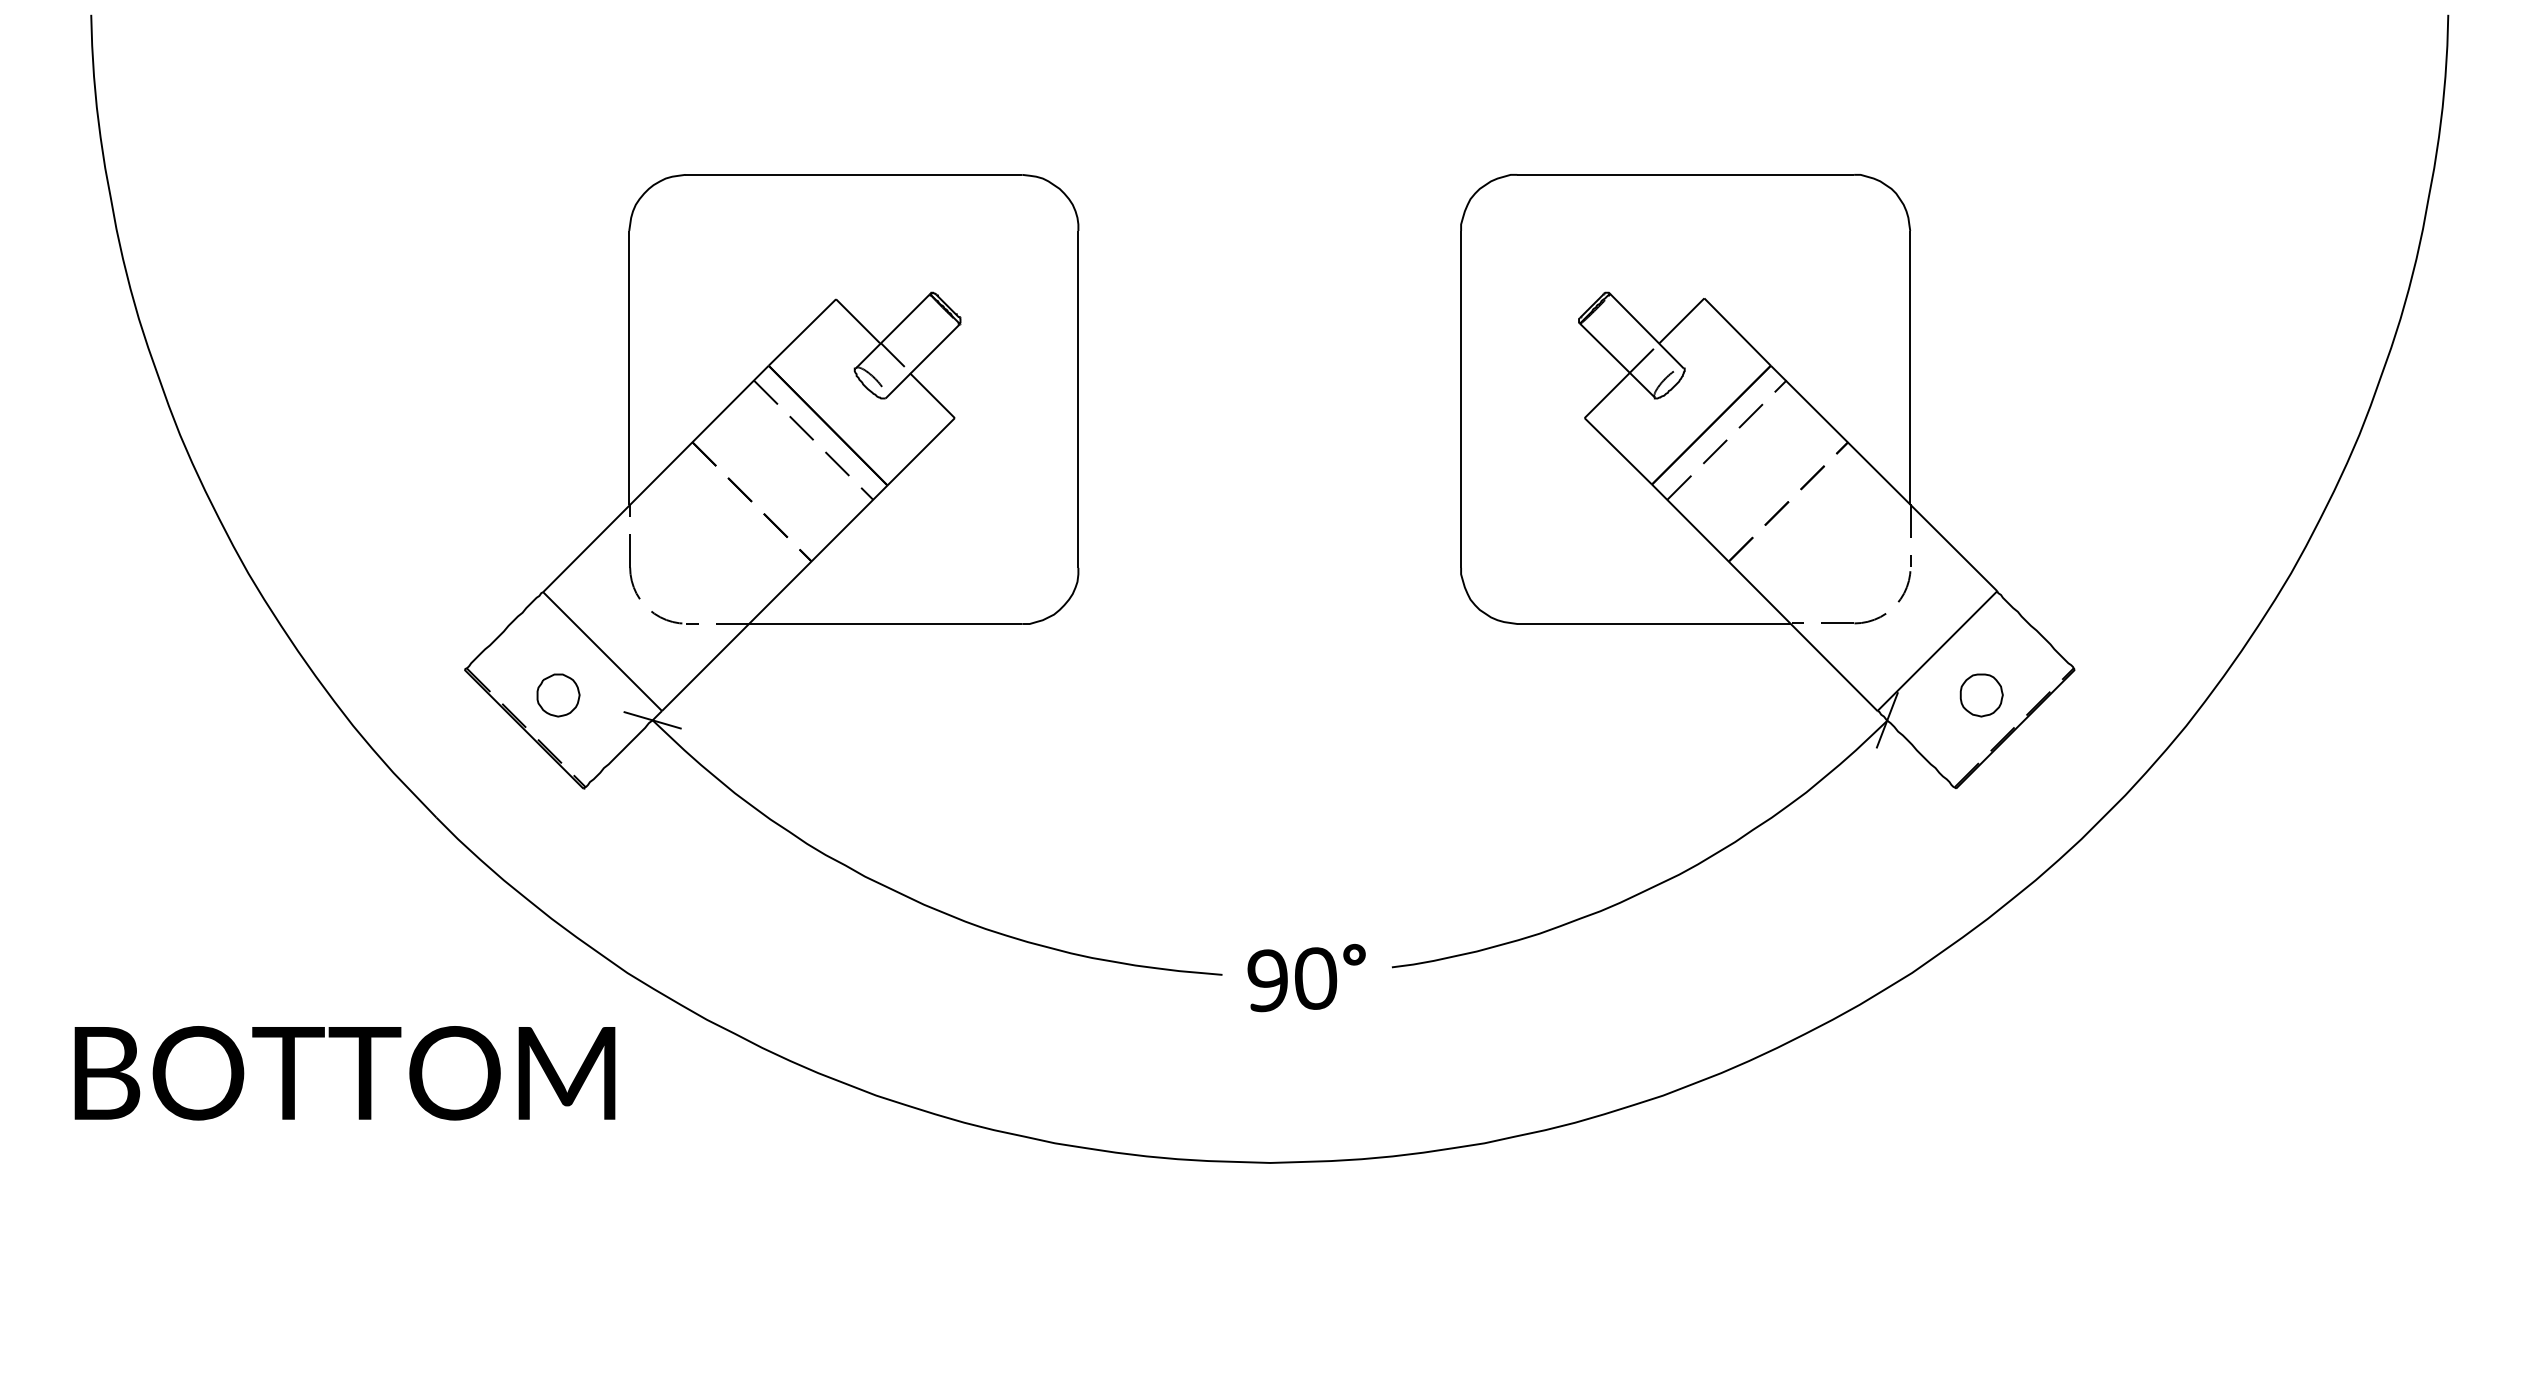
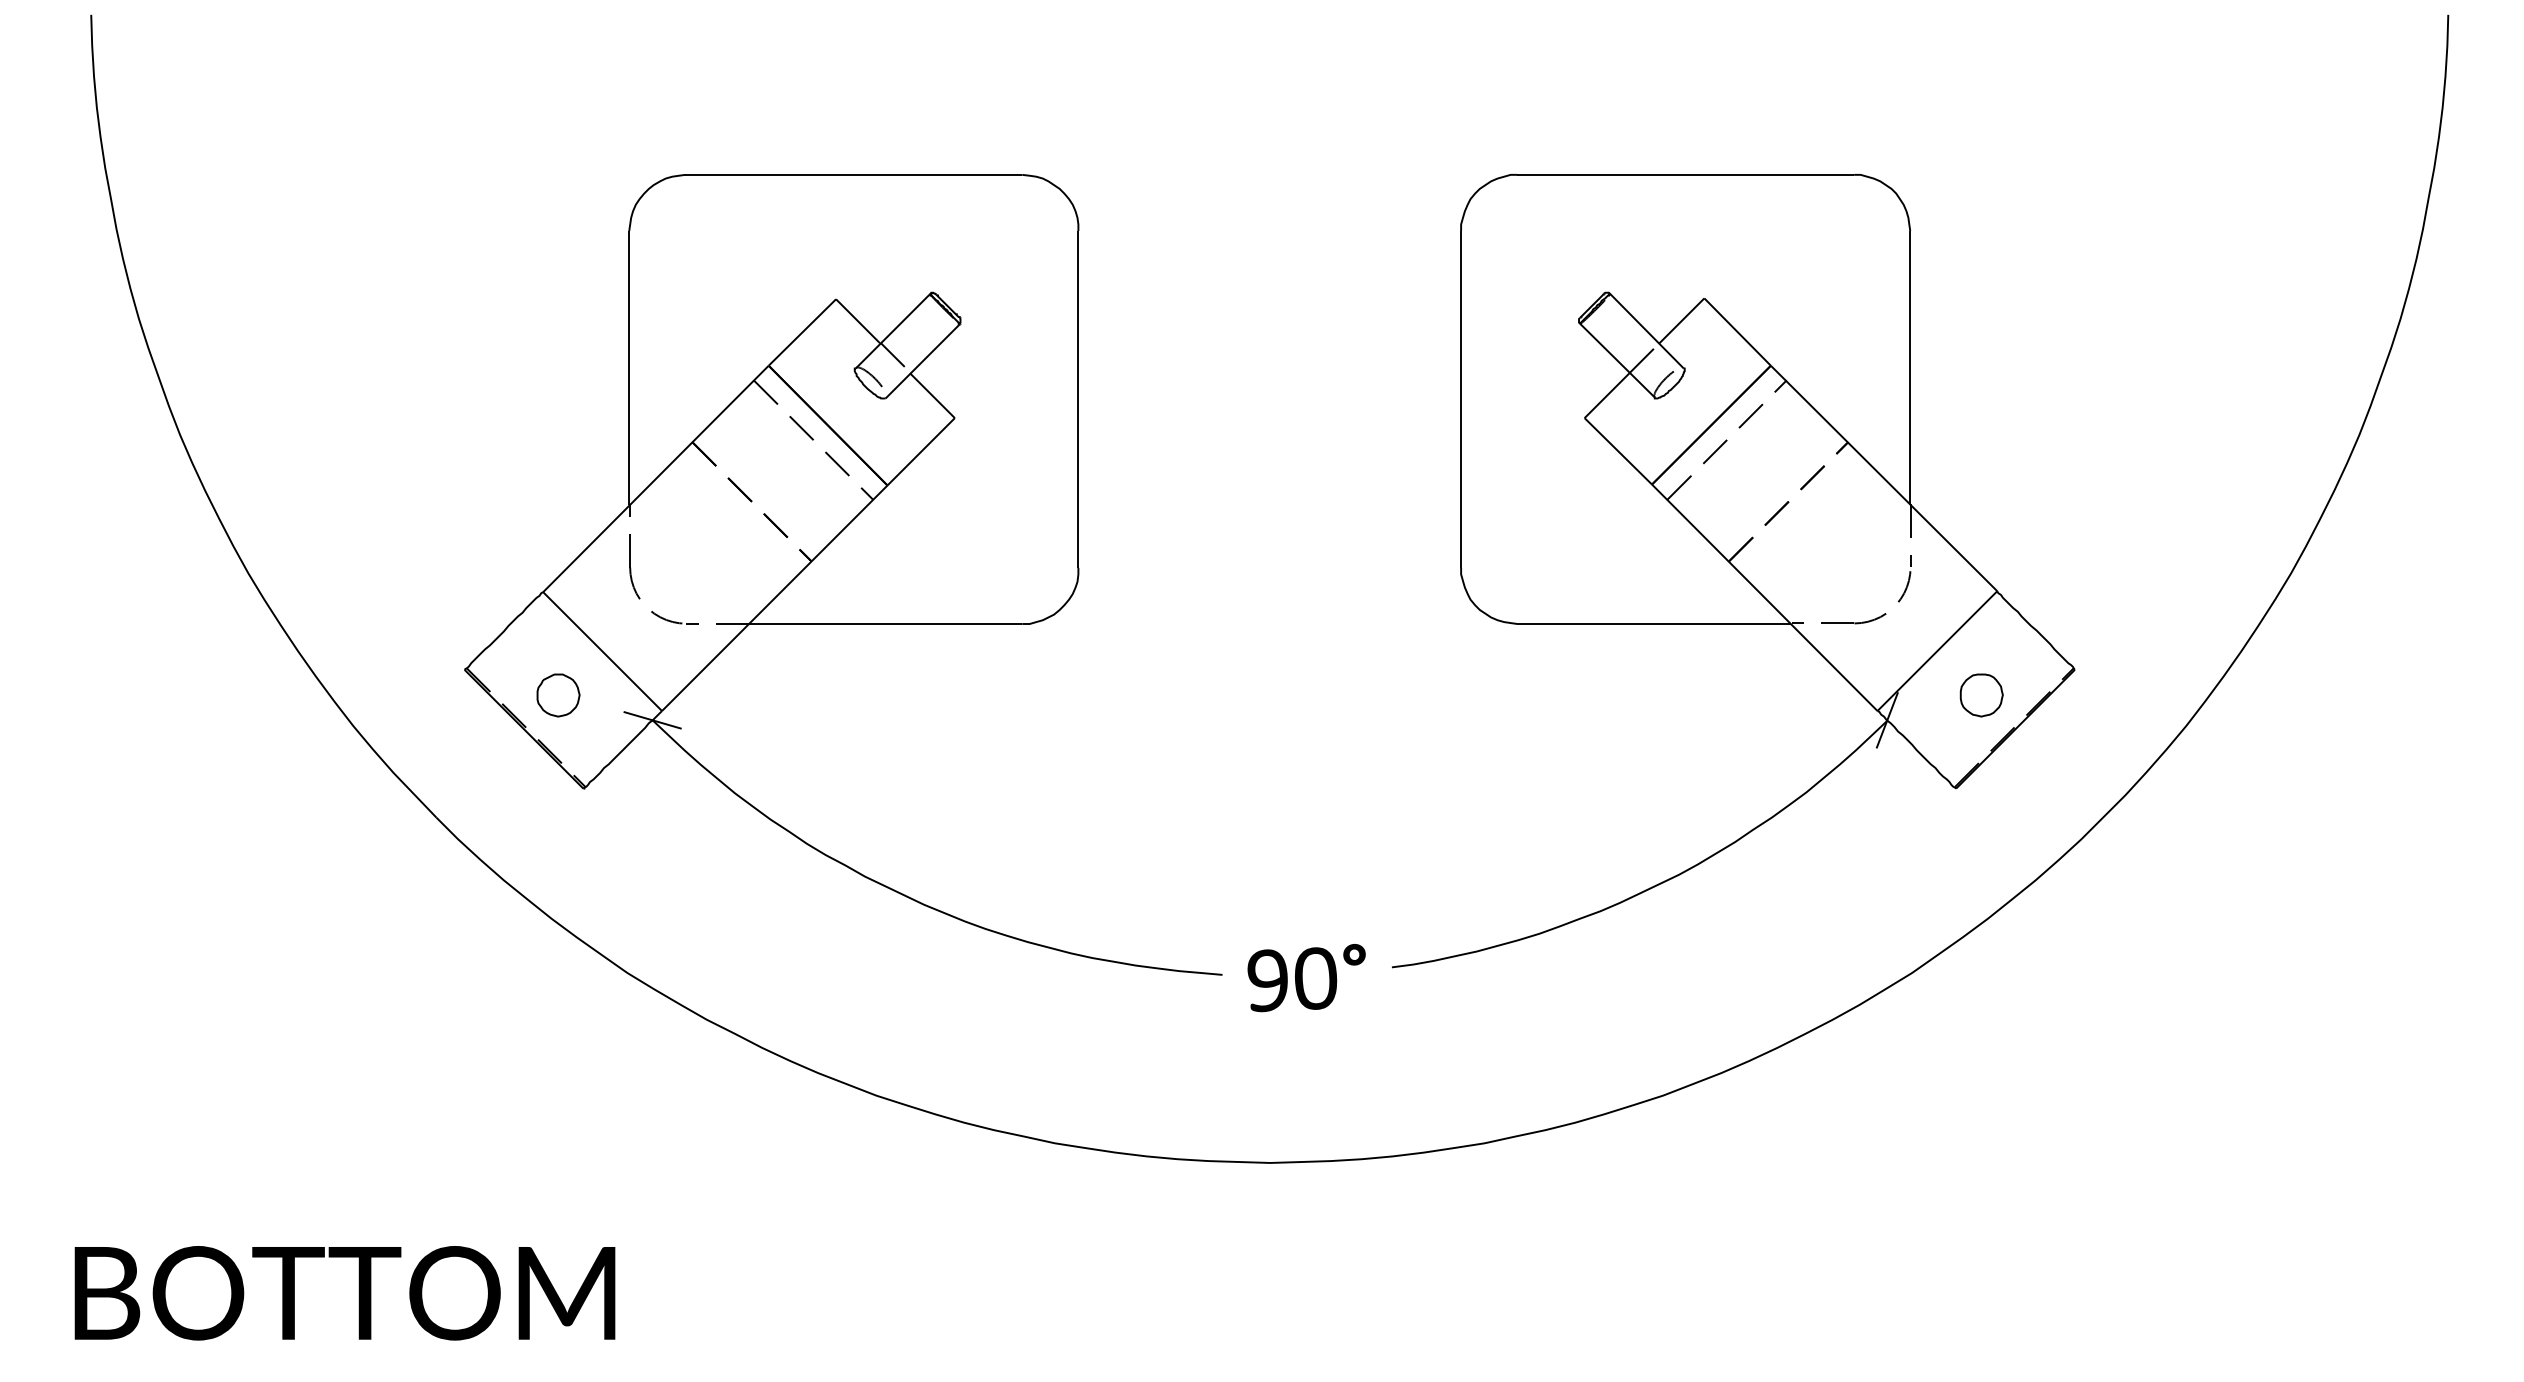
text at (344, 1073) position: (344, 1073) -> (344, 1293)
